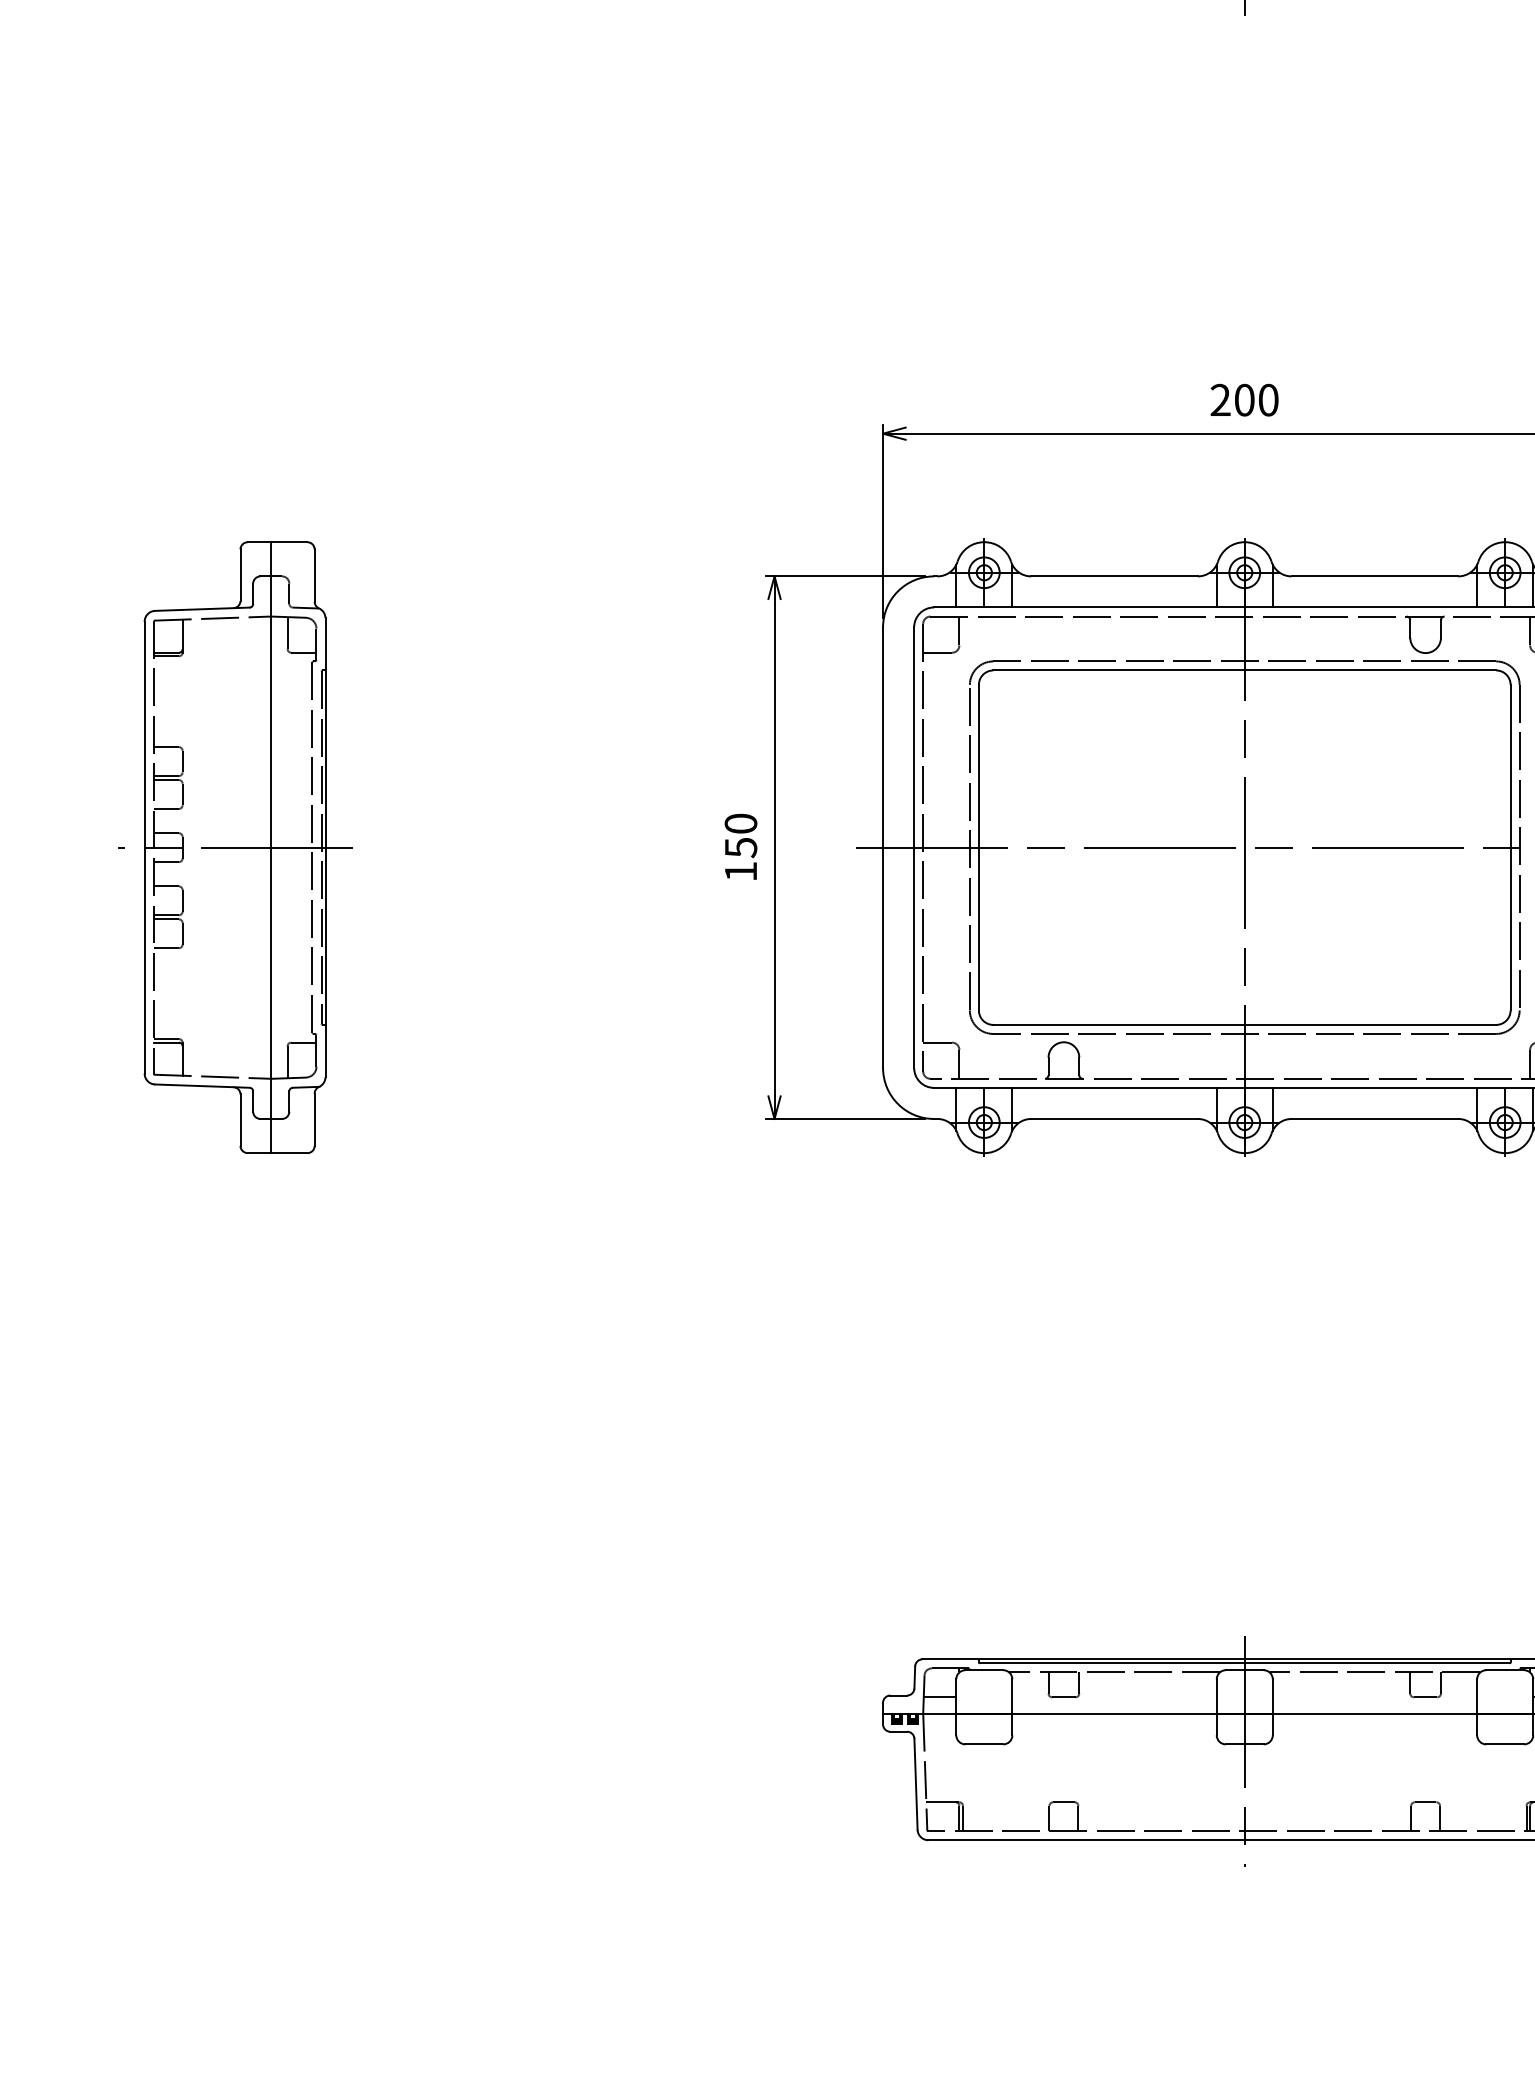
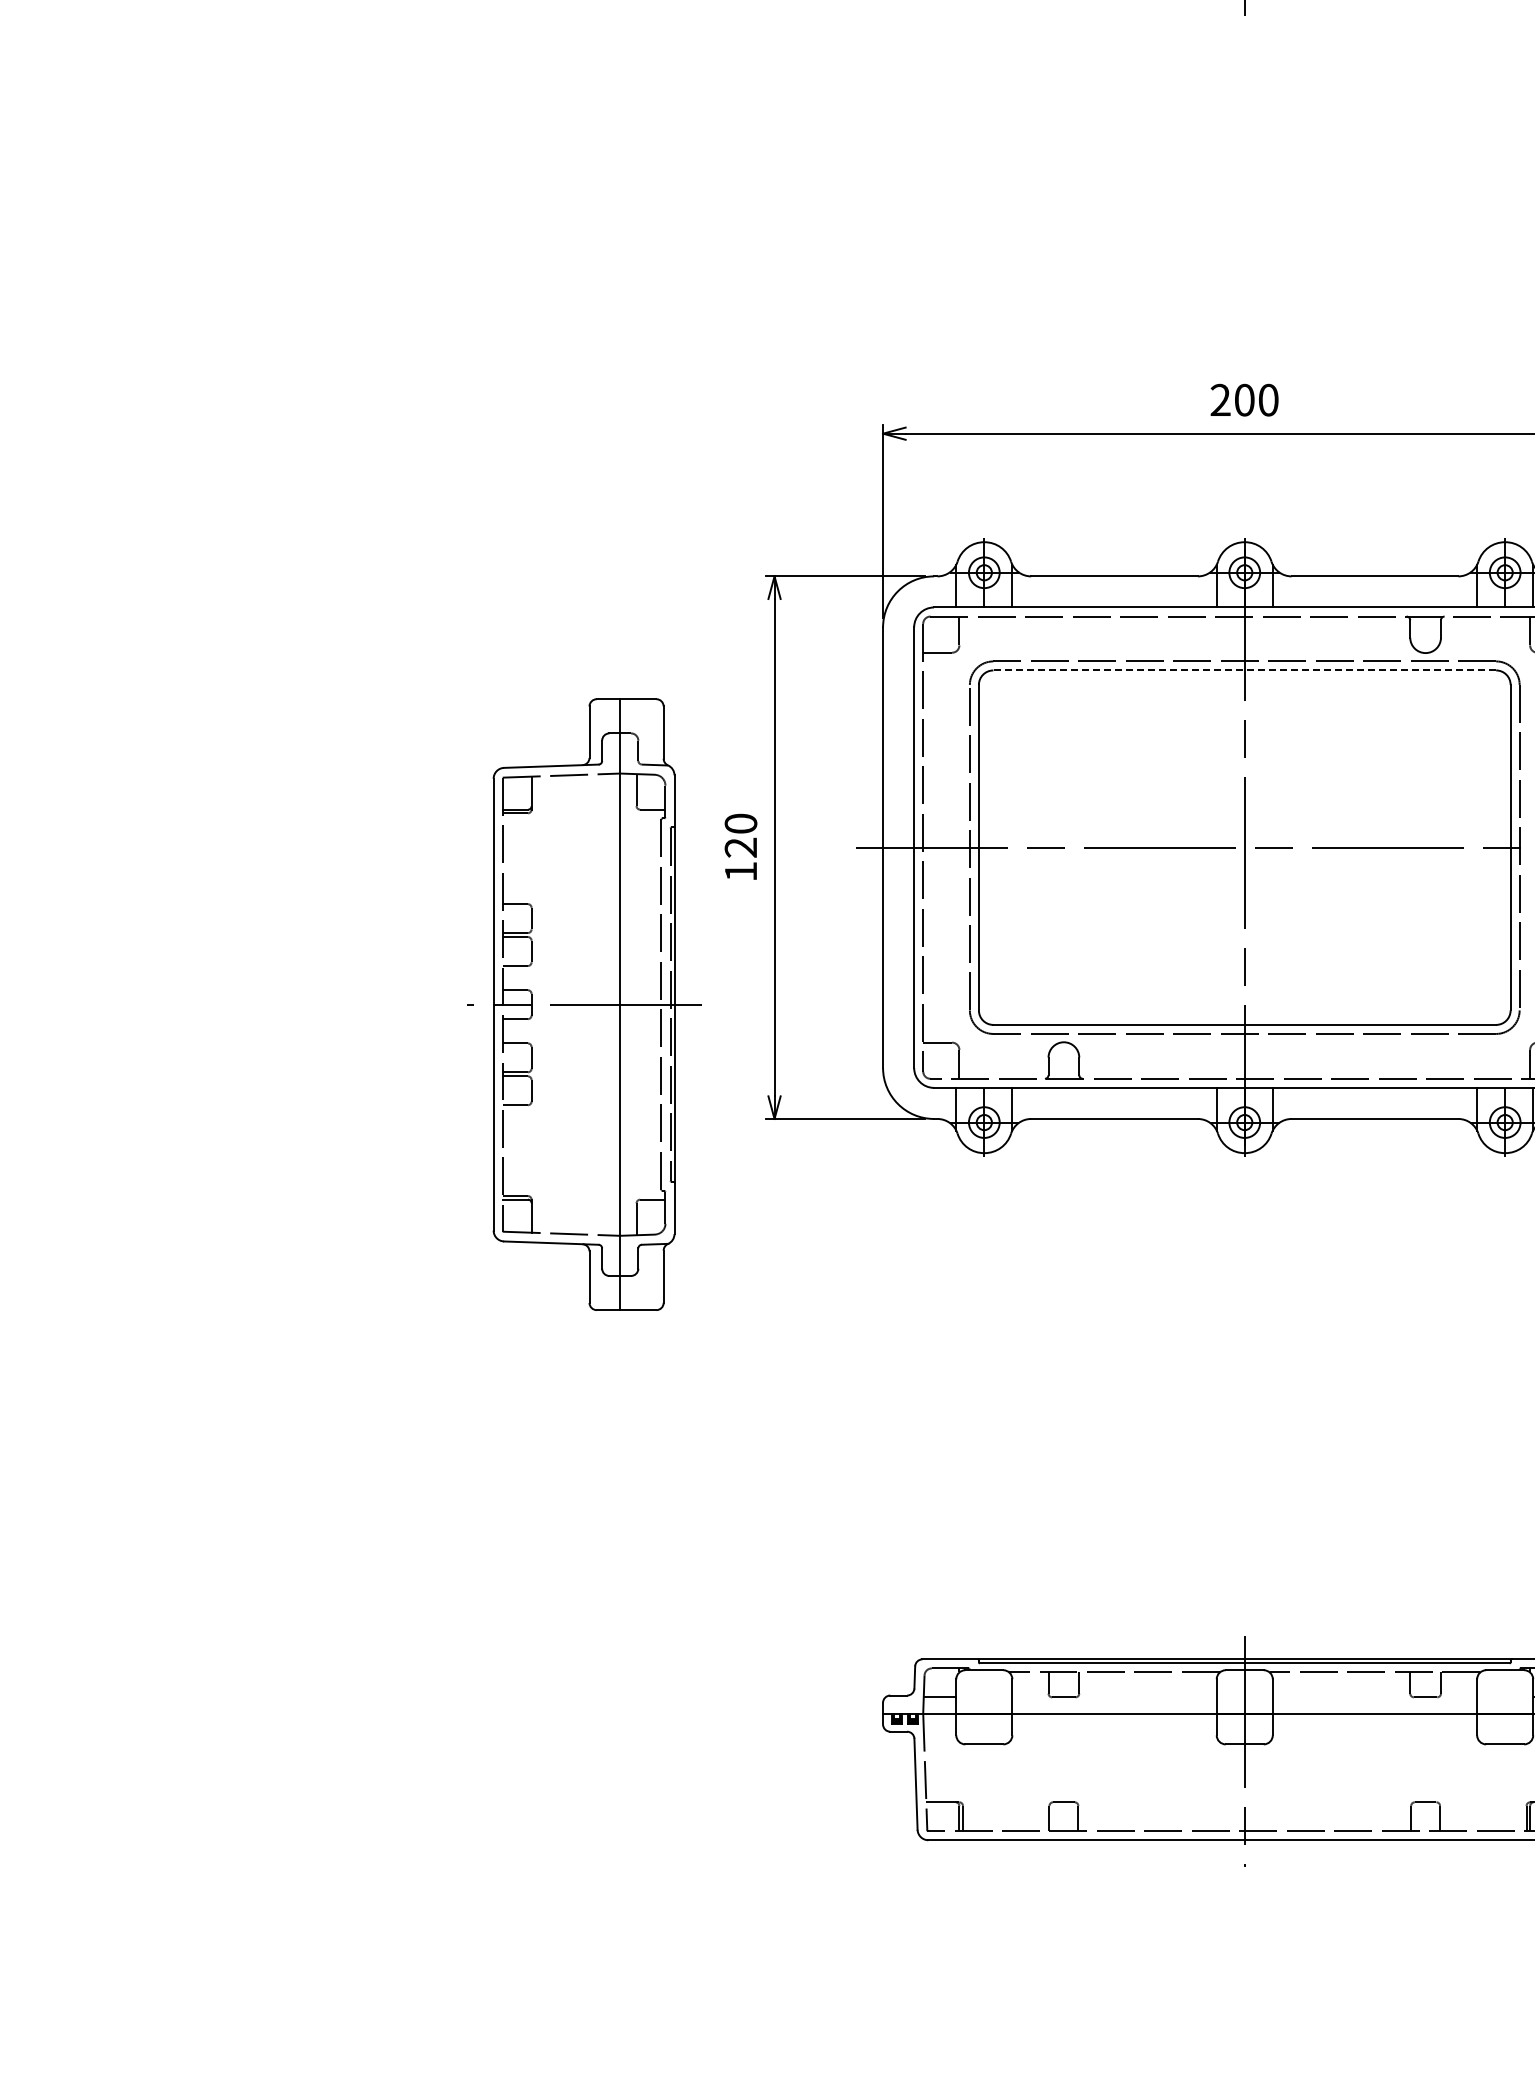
line at (1244, 670): solid -> dashed
part at (235, 847) position: (235, 847) -> (584, 1004)
text at (740, 847): 150 -> 120
